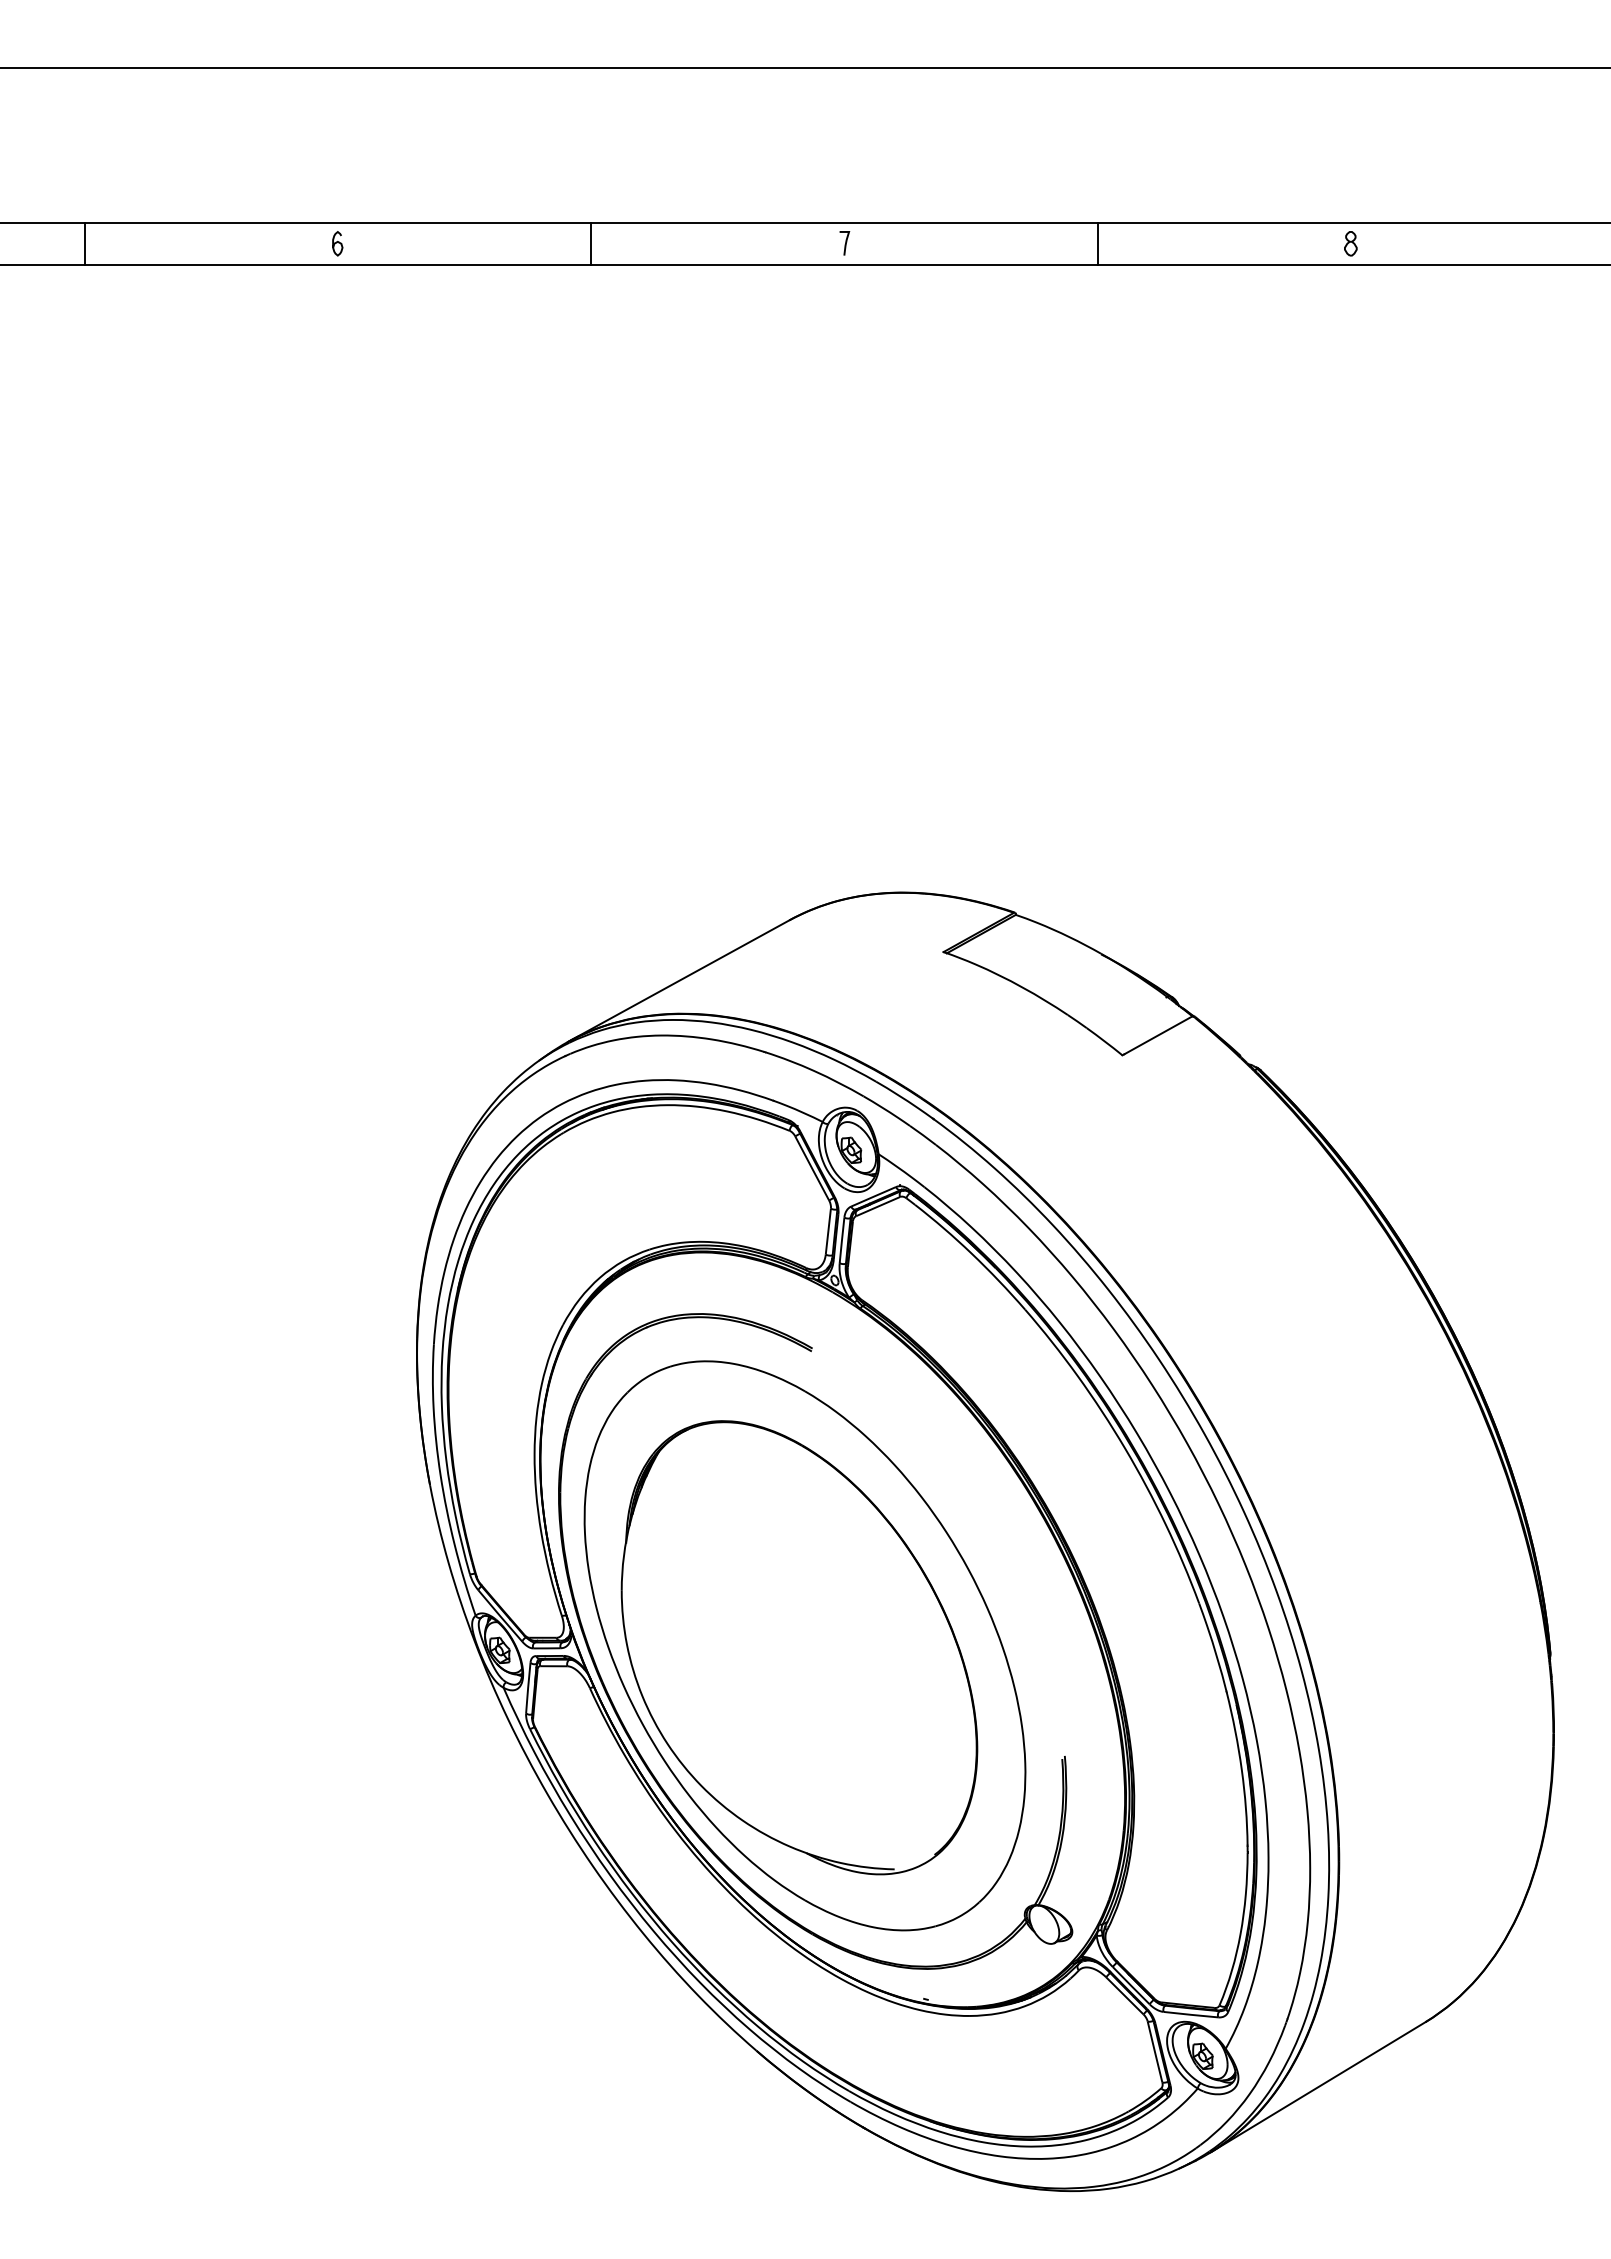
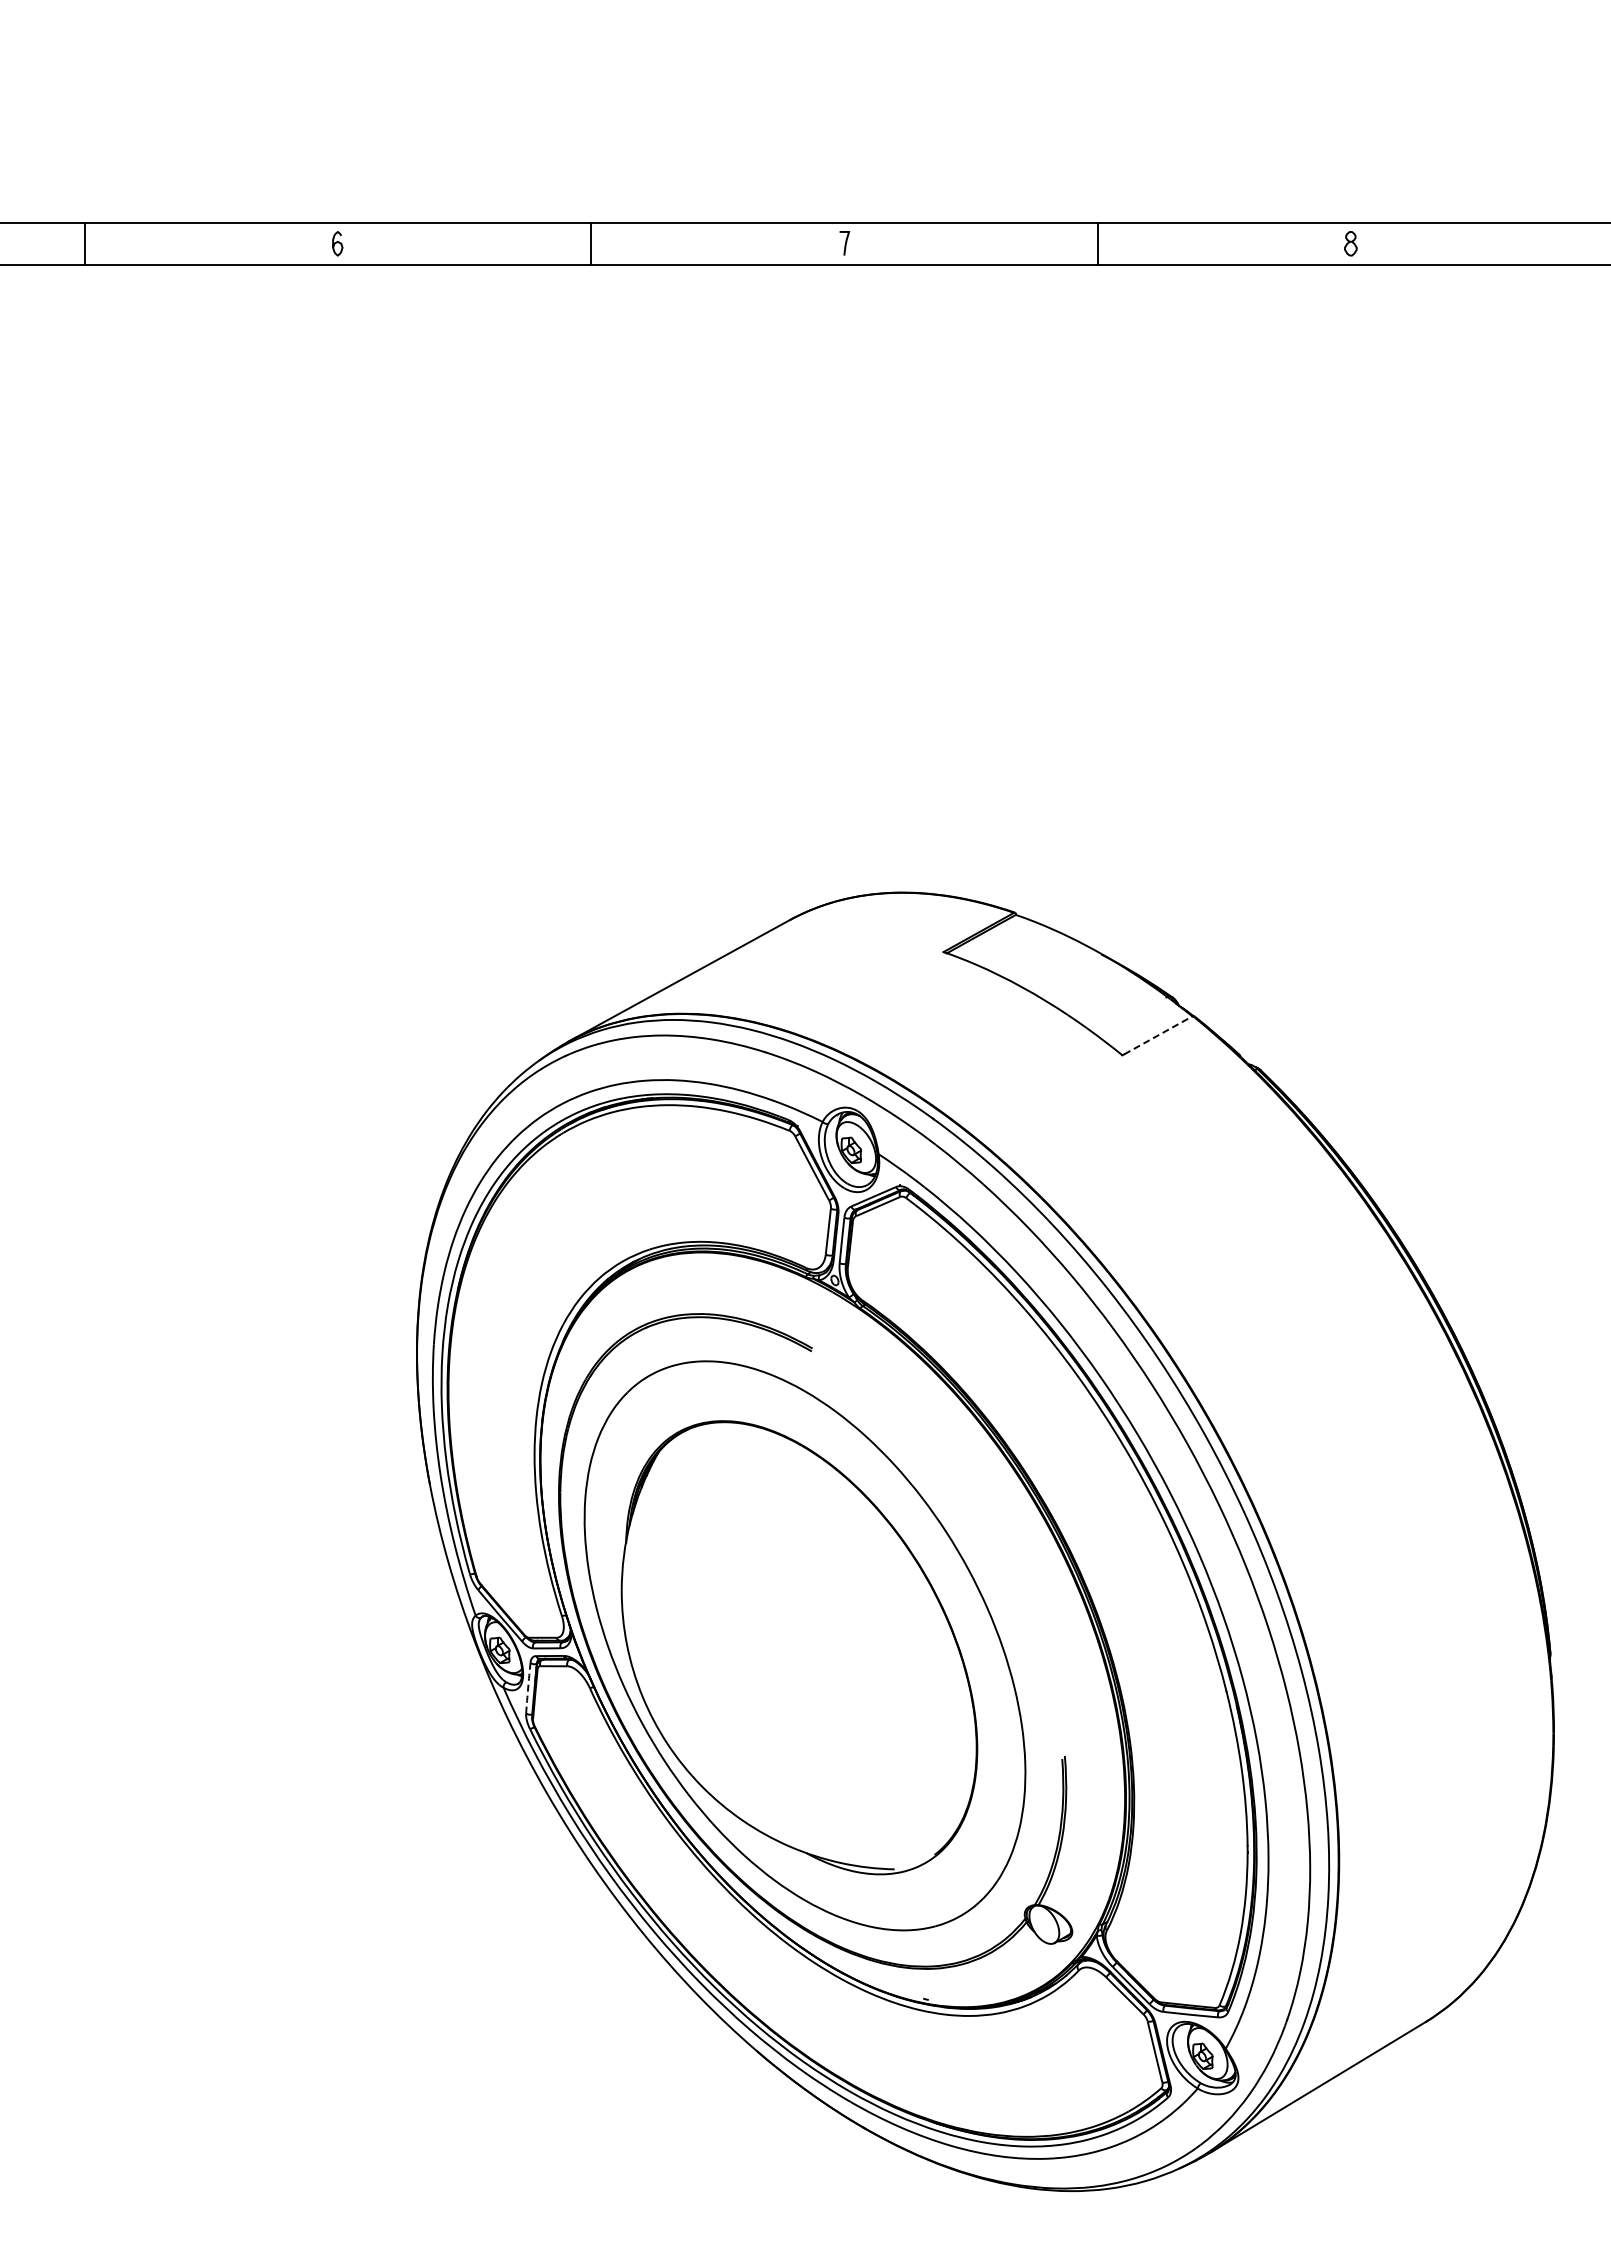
line at (804, 67): present -> none
line at (1158, 1035): solid -> dashed
arc at (528, 1688): solid -> dashed
